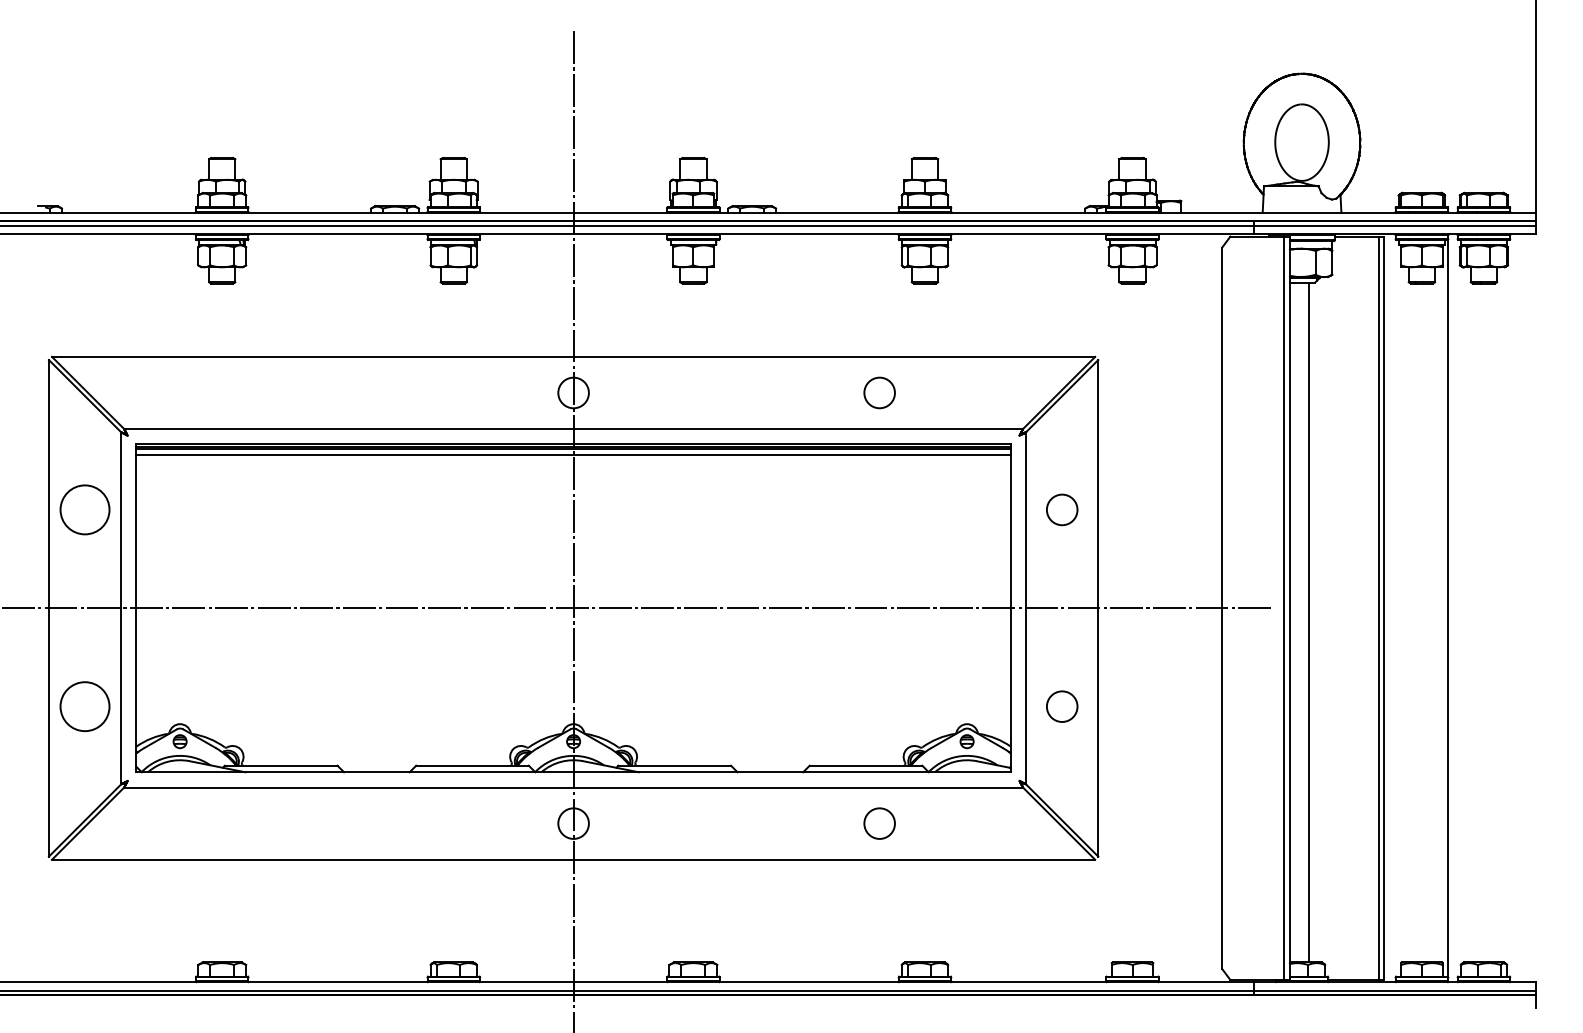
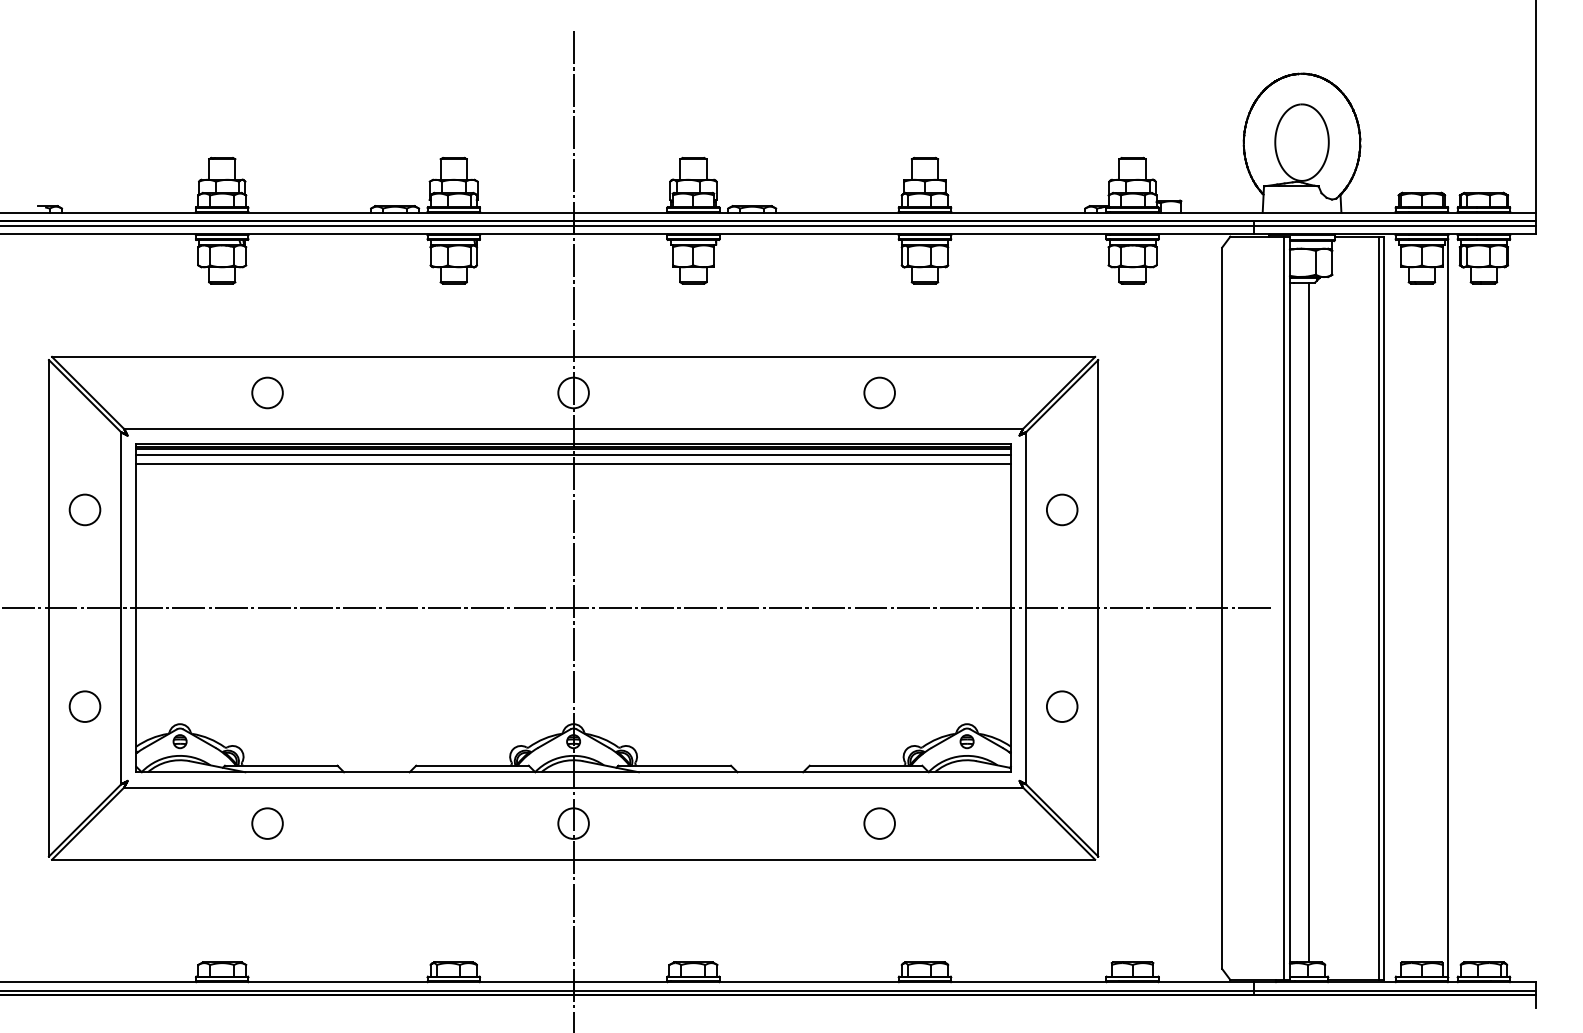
circle at (267, 392): none -> present
line at (573, 464): none -> present
circle at (84, 509) size: 52x52 px -> 34x34 px
circle at (84, 706) diameter: 49 px -> 31 px
circle at (267, 823): none -> present
